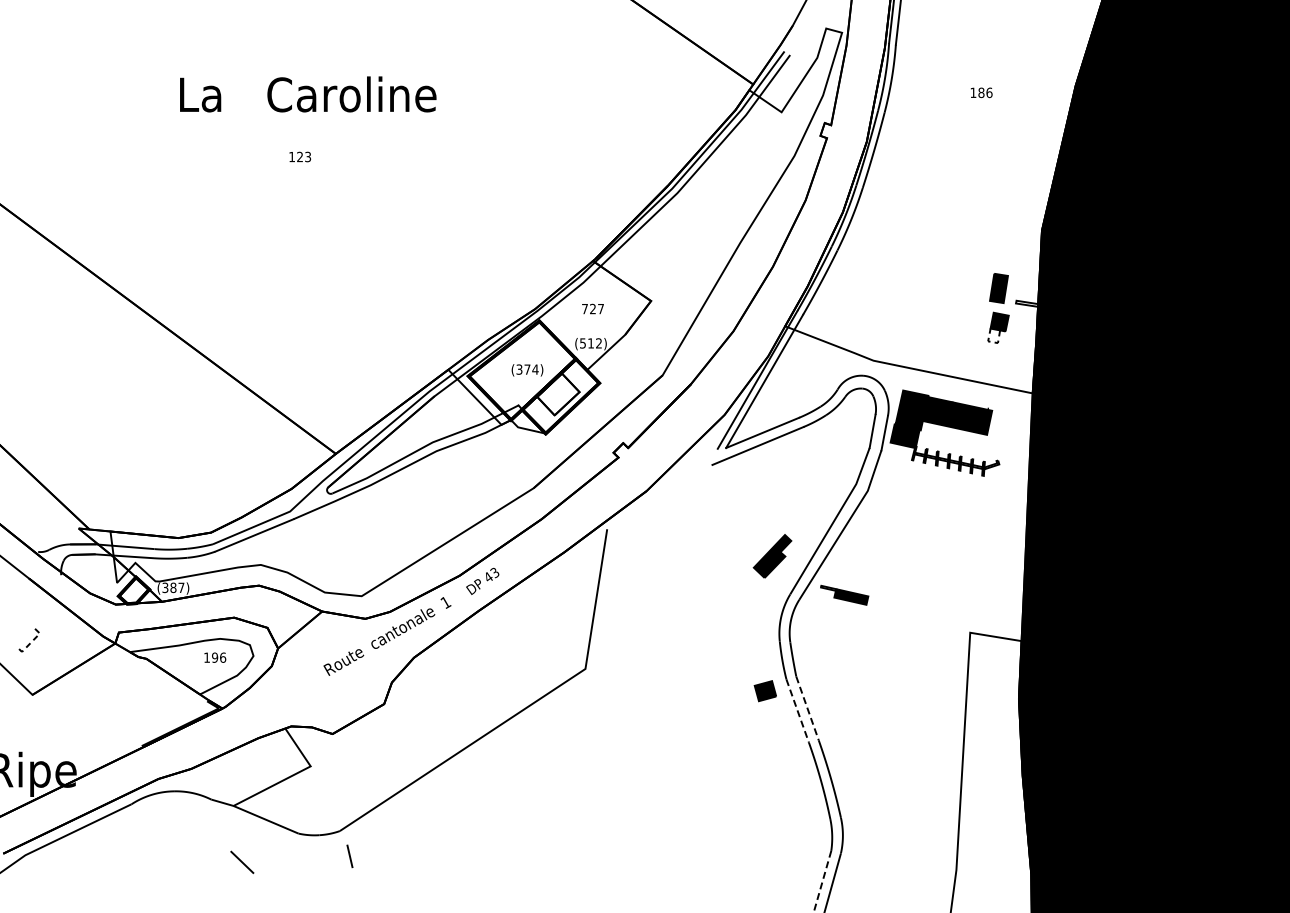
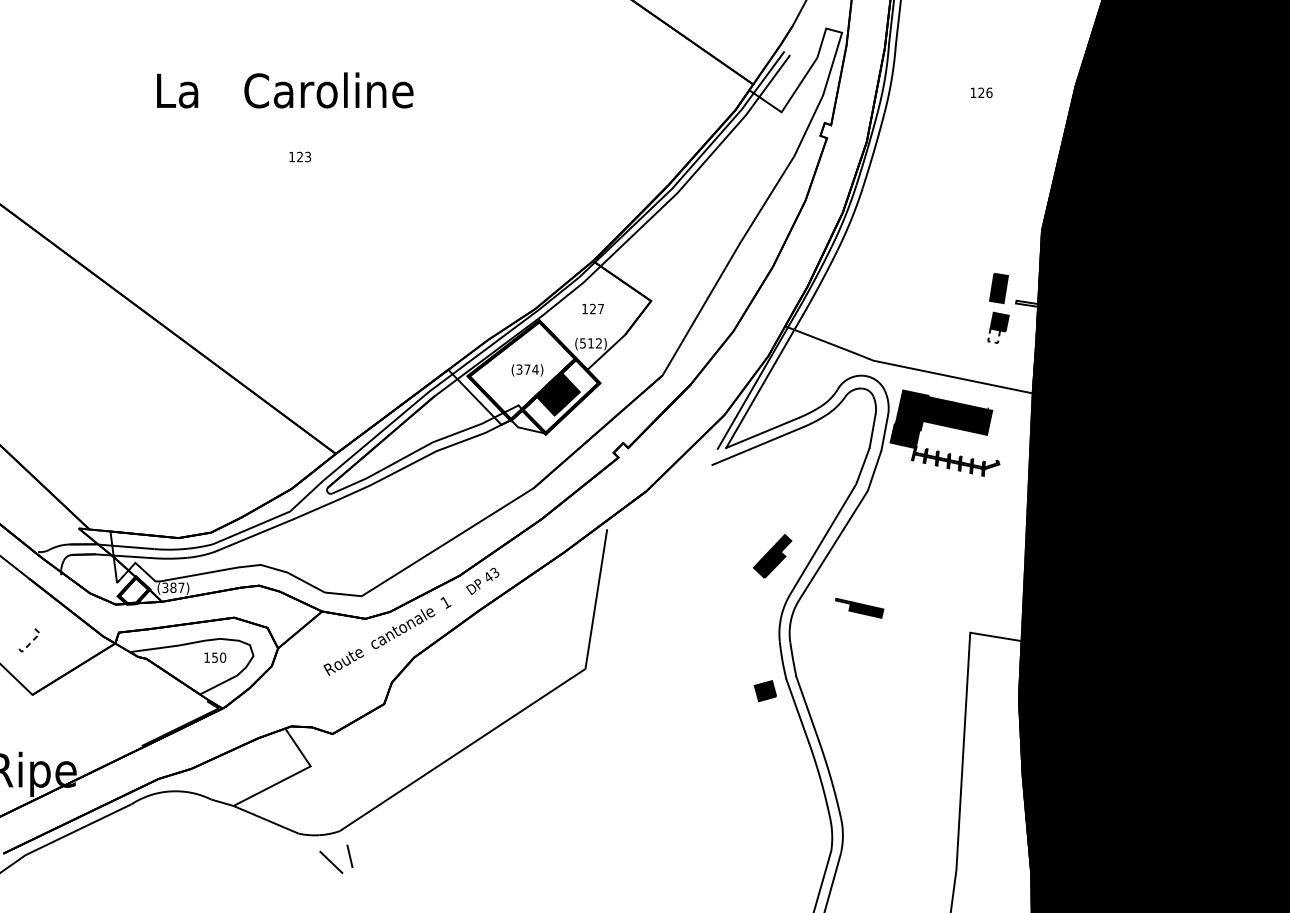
text at (981, 92): 186 -> 126
text at (308, 94) position: (308, 94) -> (285, 90)
text at (584, 309): 727 -> 127
fill at (558, 394): none -> present
part at (844, 594) position: (844, 594) -> (859, 607)
text at (219, 657): 196 -> 150
line at (807, 708): dashed -> solid
line at (797, 710): dashed -> solid
line at (242, 861) position: (242, 861) -> (331, 861)
line at (822, 881): dashed -> solid
